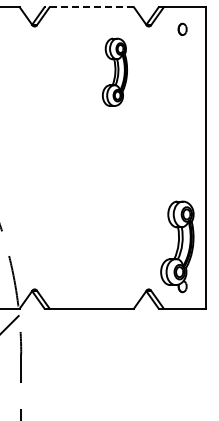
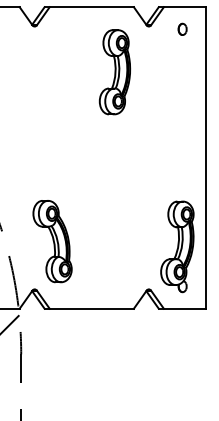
line at (89, 7): dashed -> solid
part at (114, 71) size: 26x70 px -> 34x87 px
part at (52, 241): none -> present
